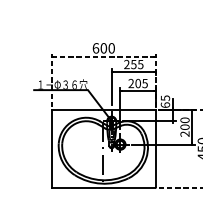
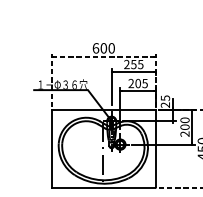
text at (165, 104): 65 -> 25
